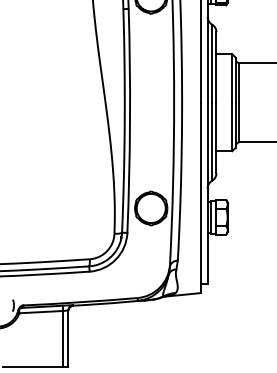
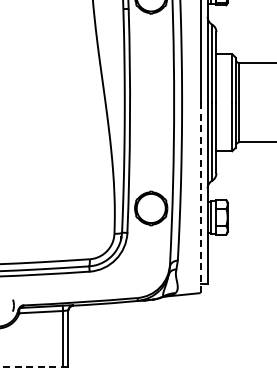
line at (200, 197): solid -> dashed
line at (33, 367): solid -> dashed
